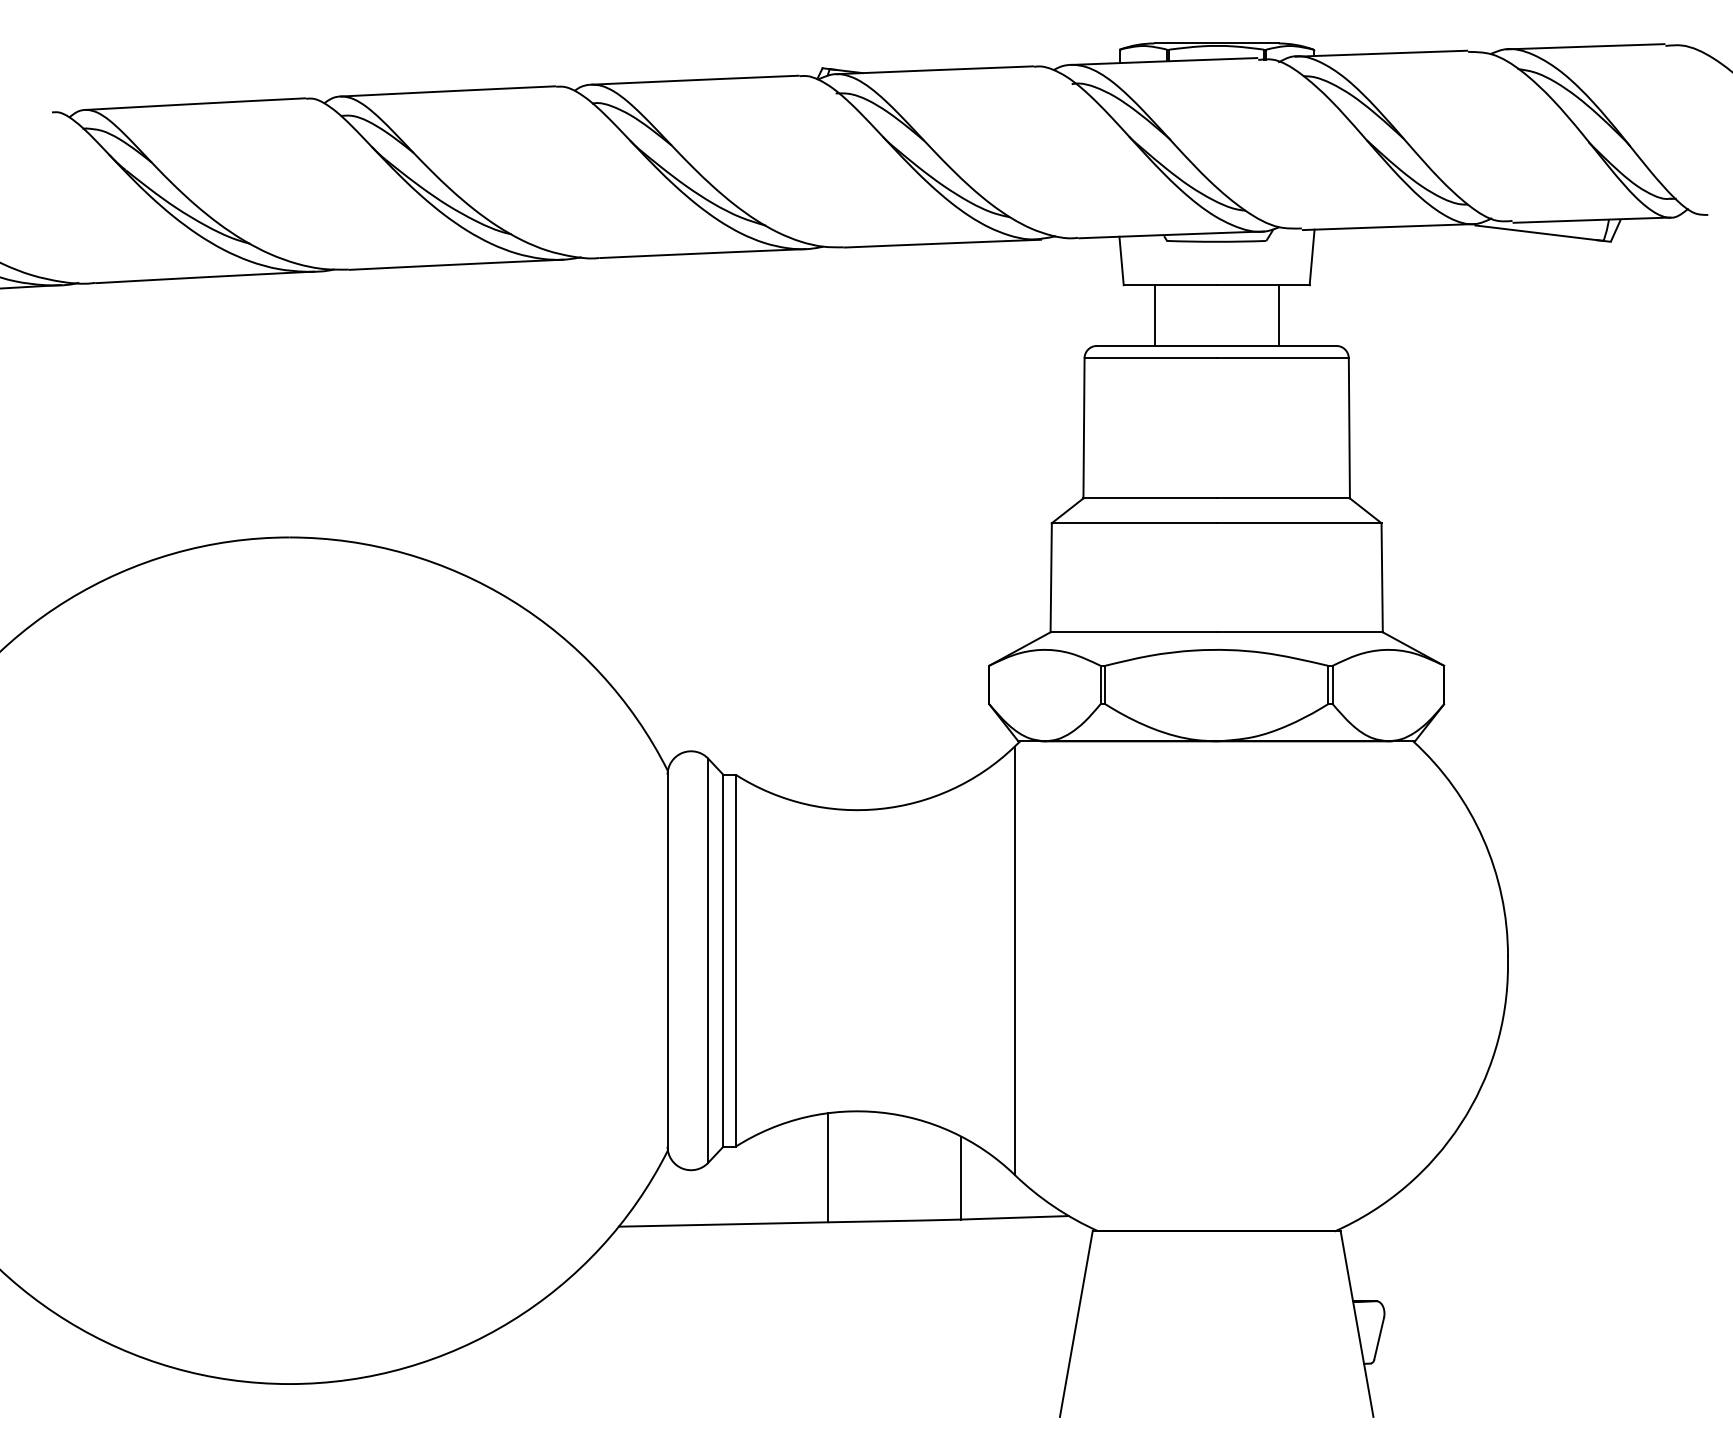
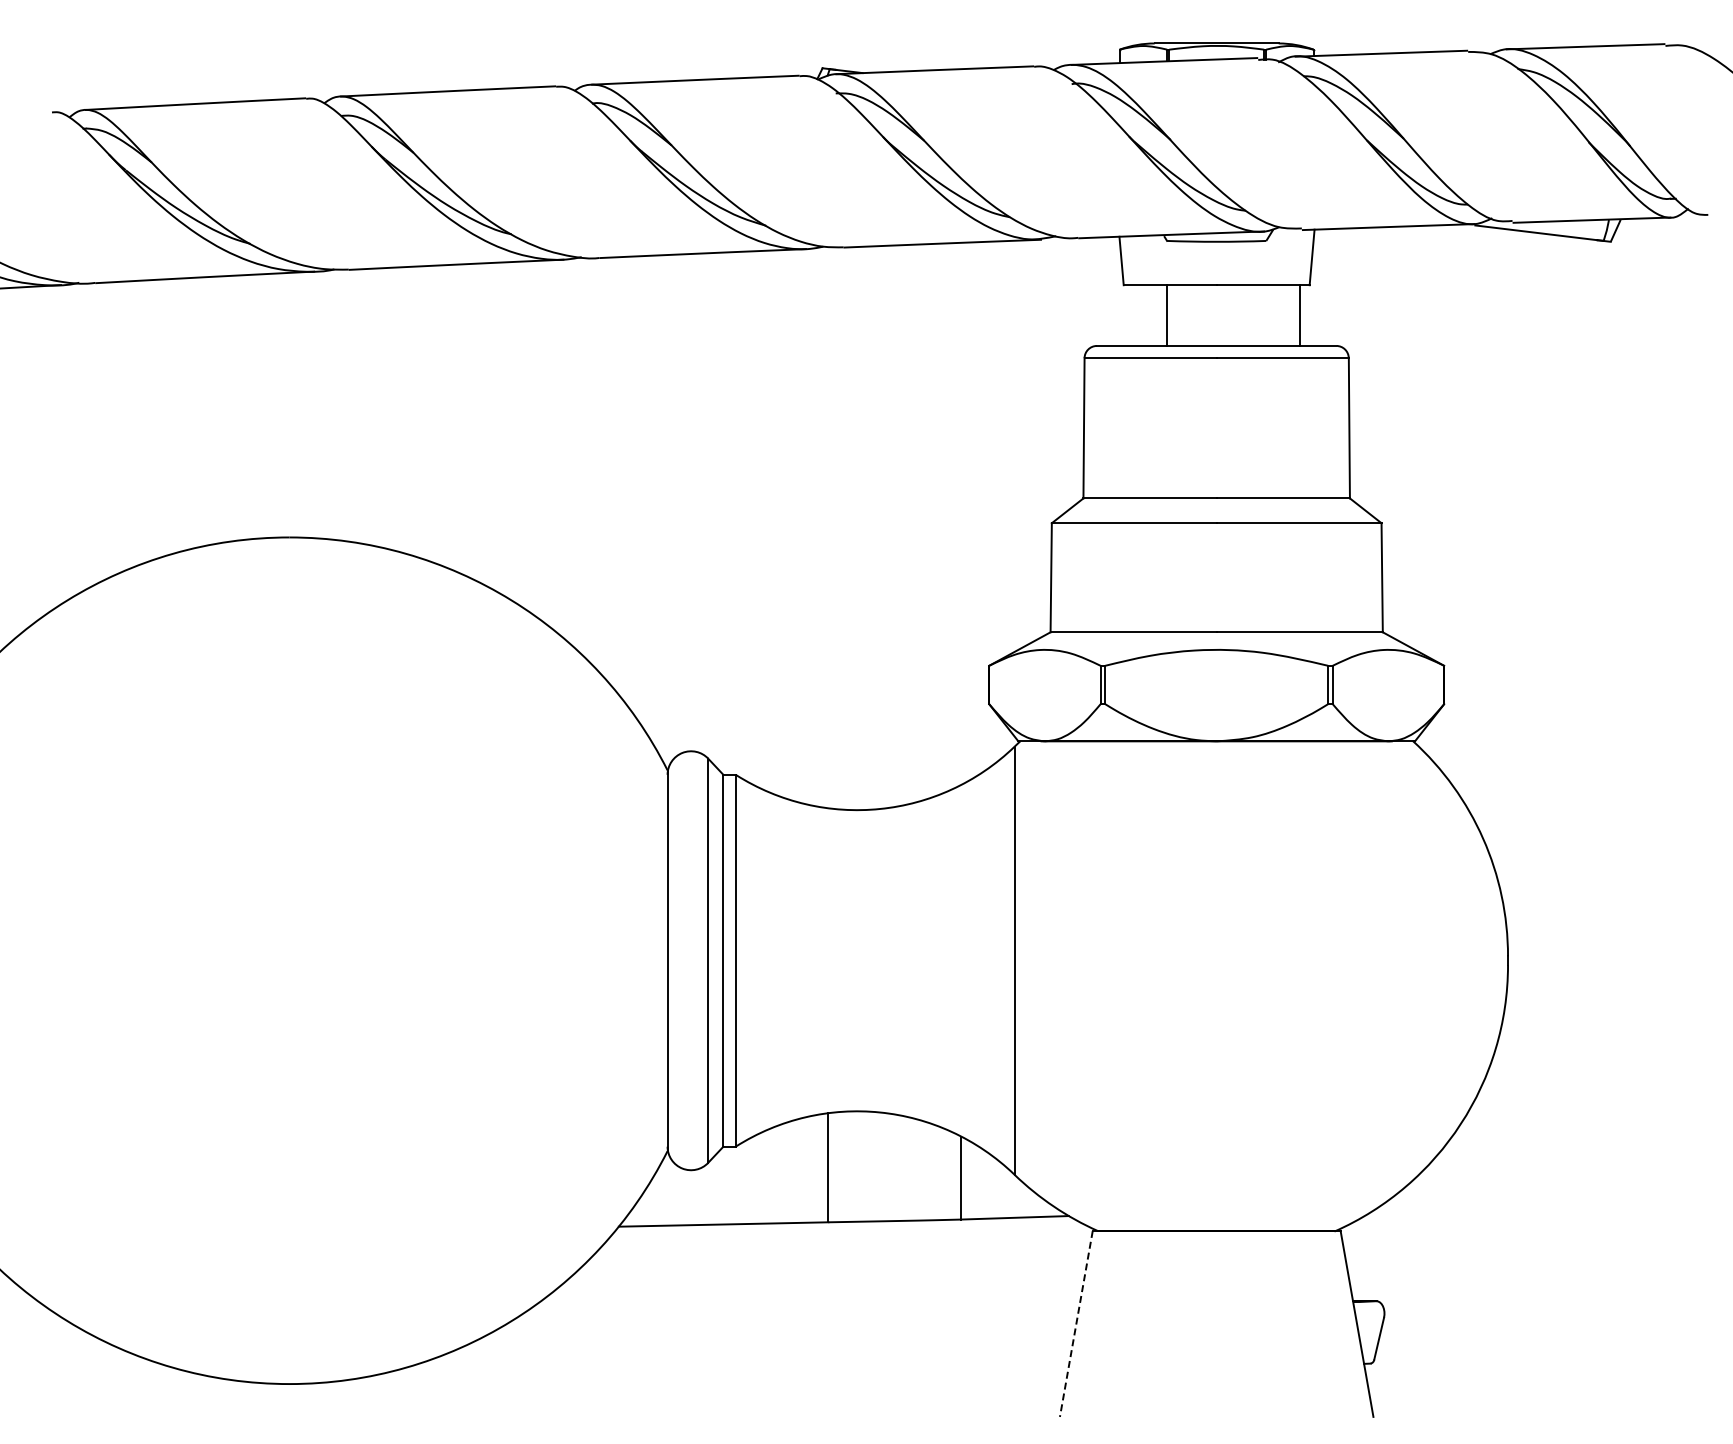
line at (1154, 315) position: (1154, 315) -> (1166, 315)
line at (1278, 315) position: (1278, 315) -> (1299, 315)
line at (1076, 1324): solid -> dashed
